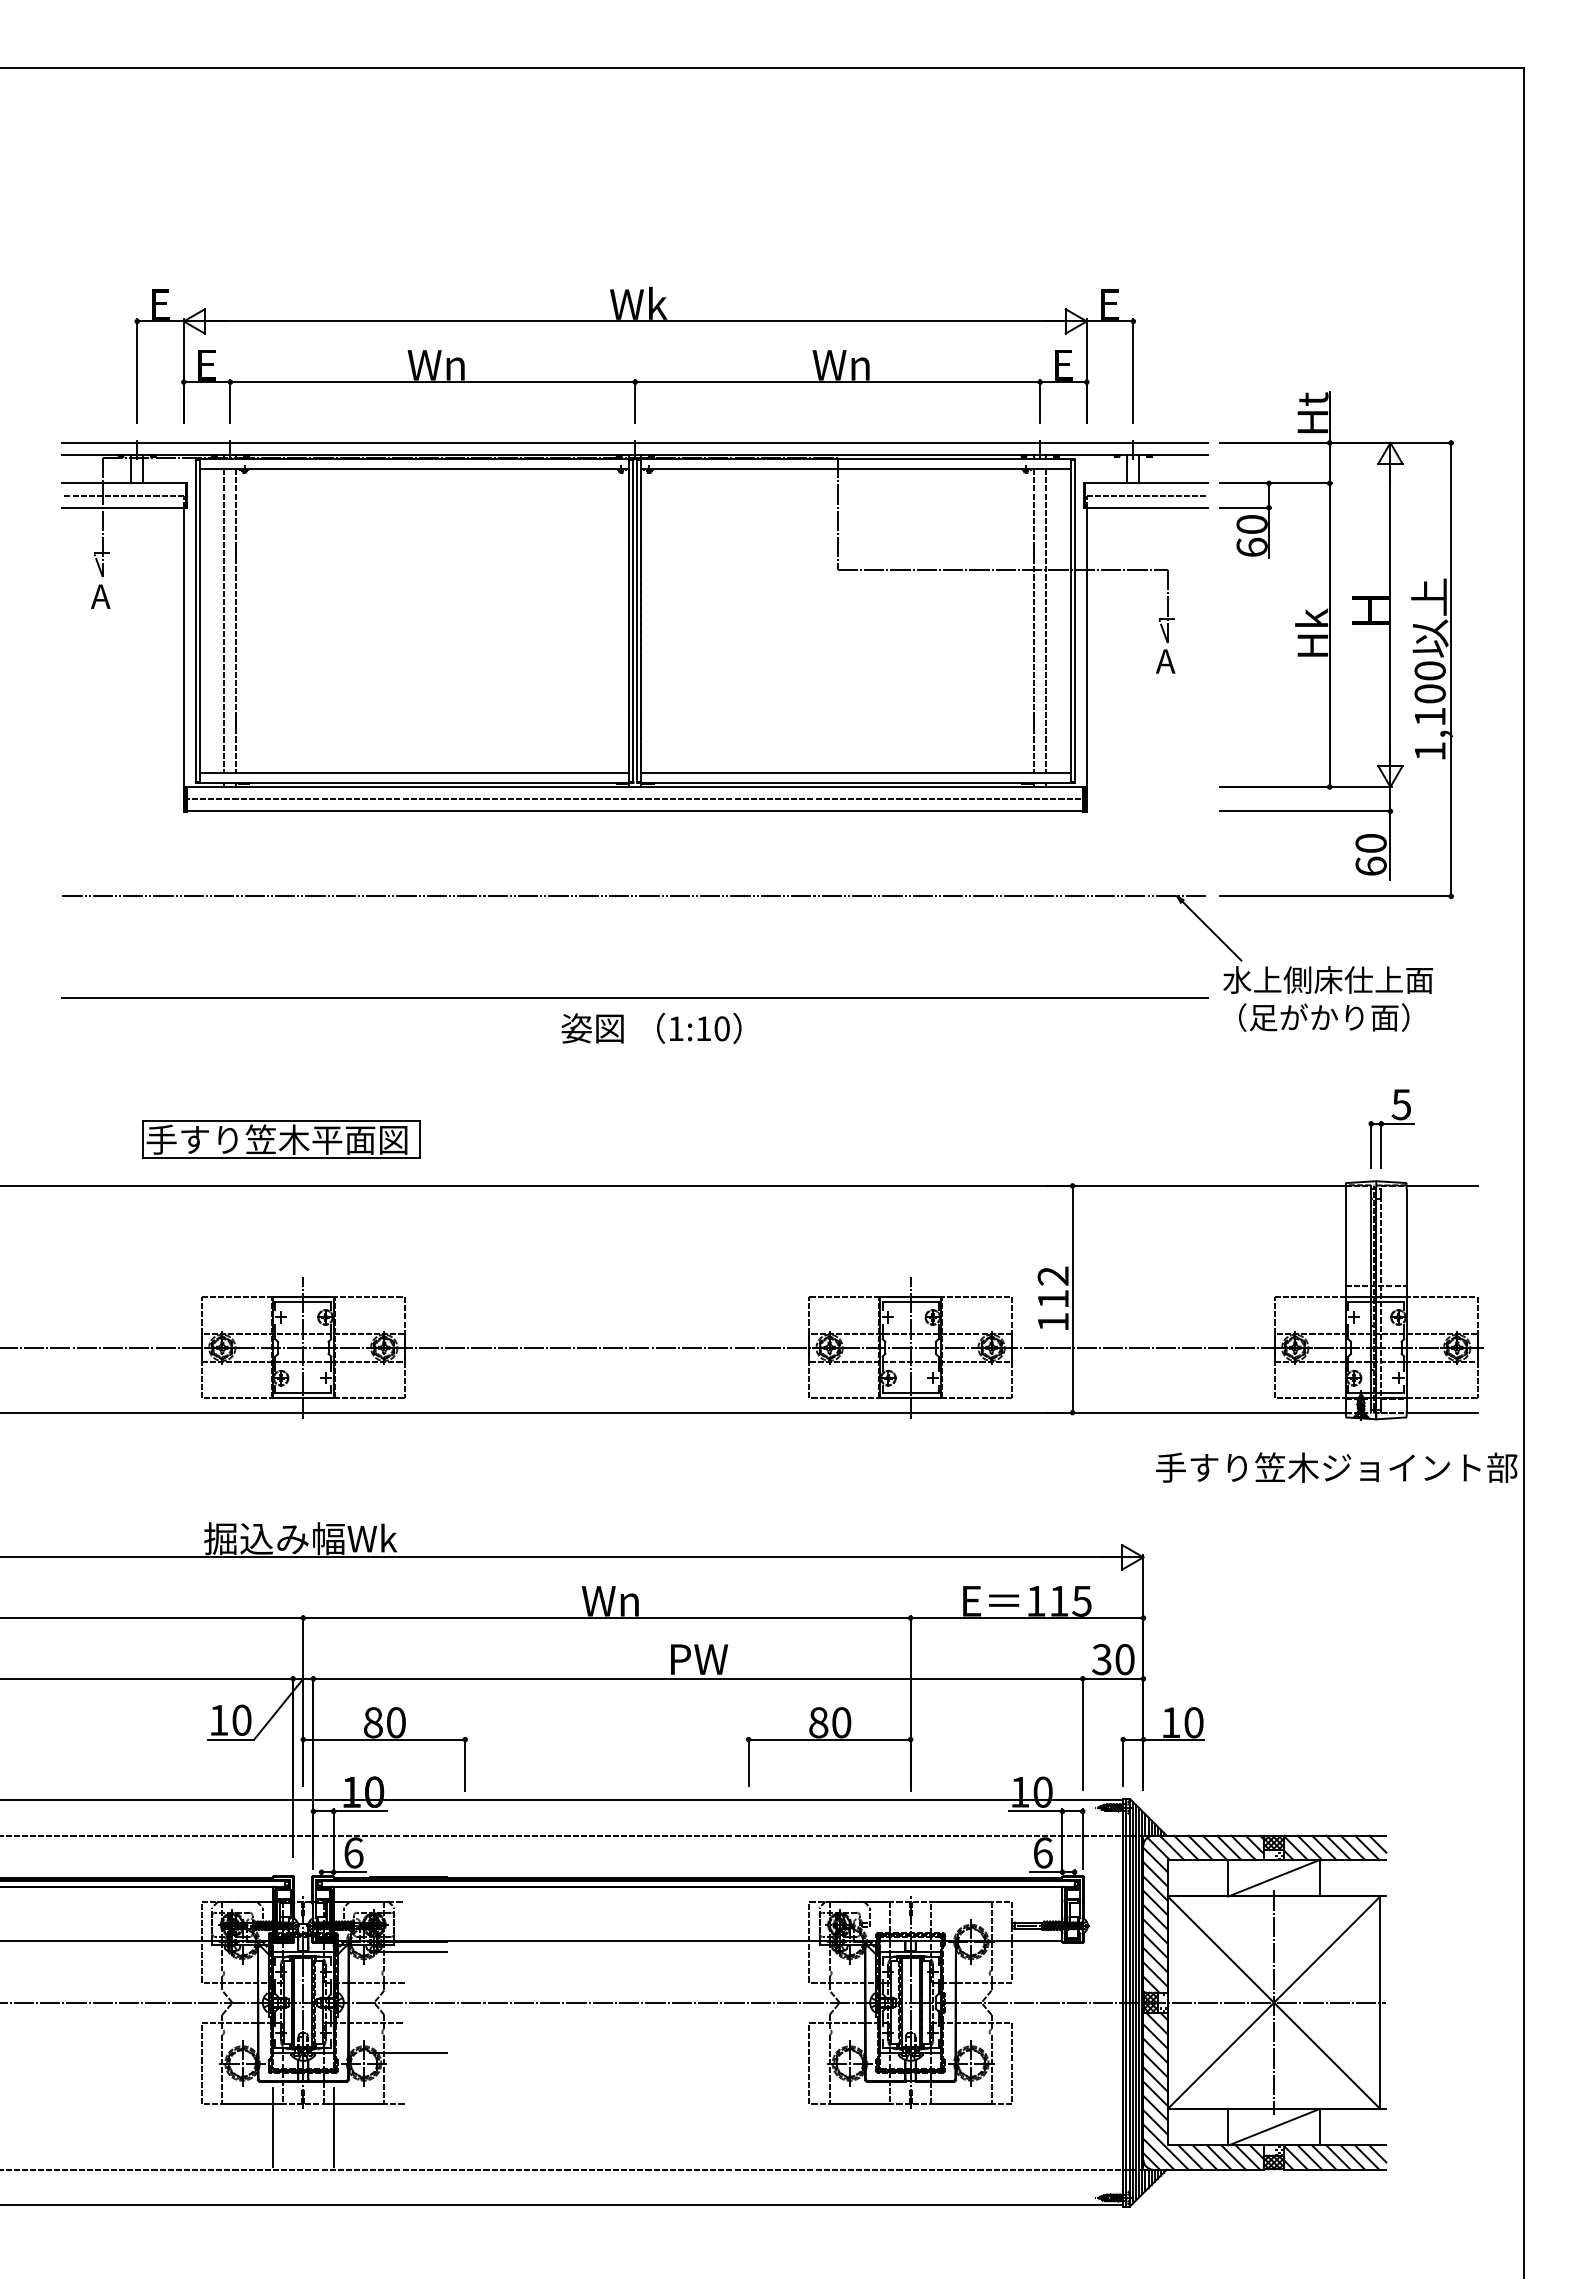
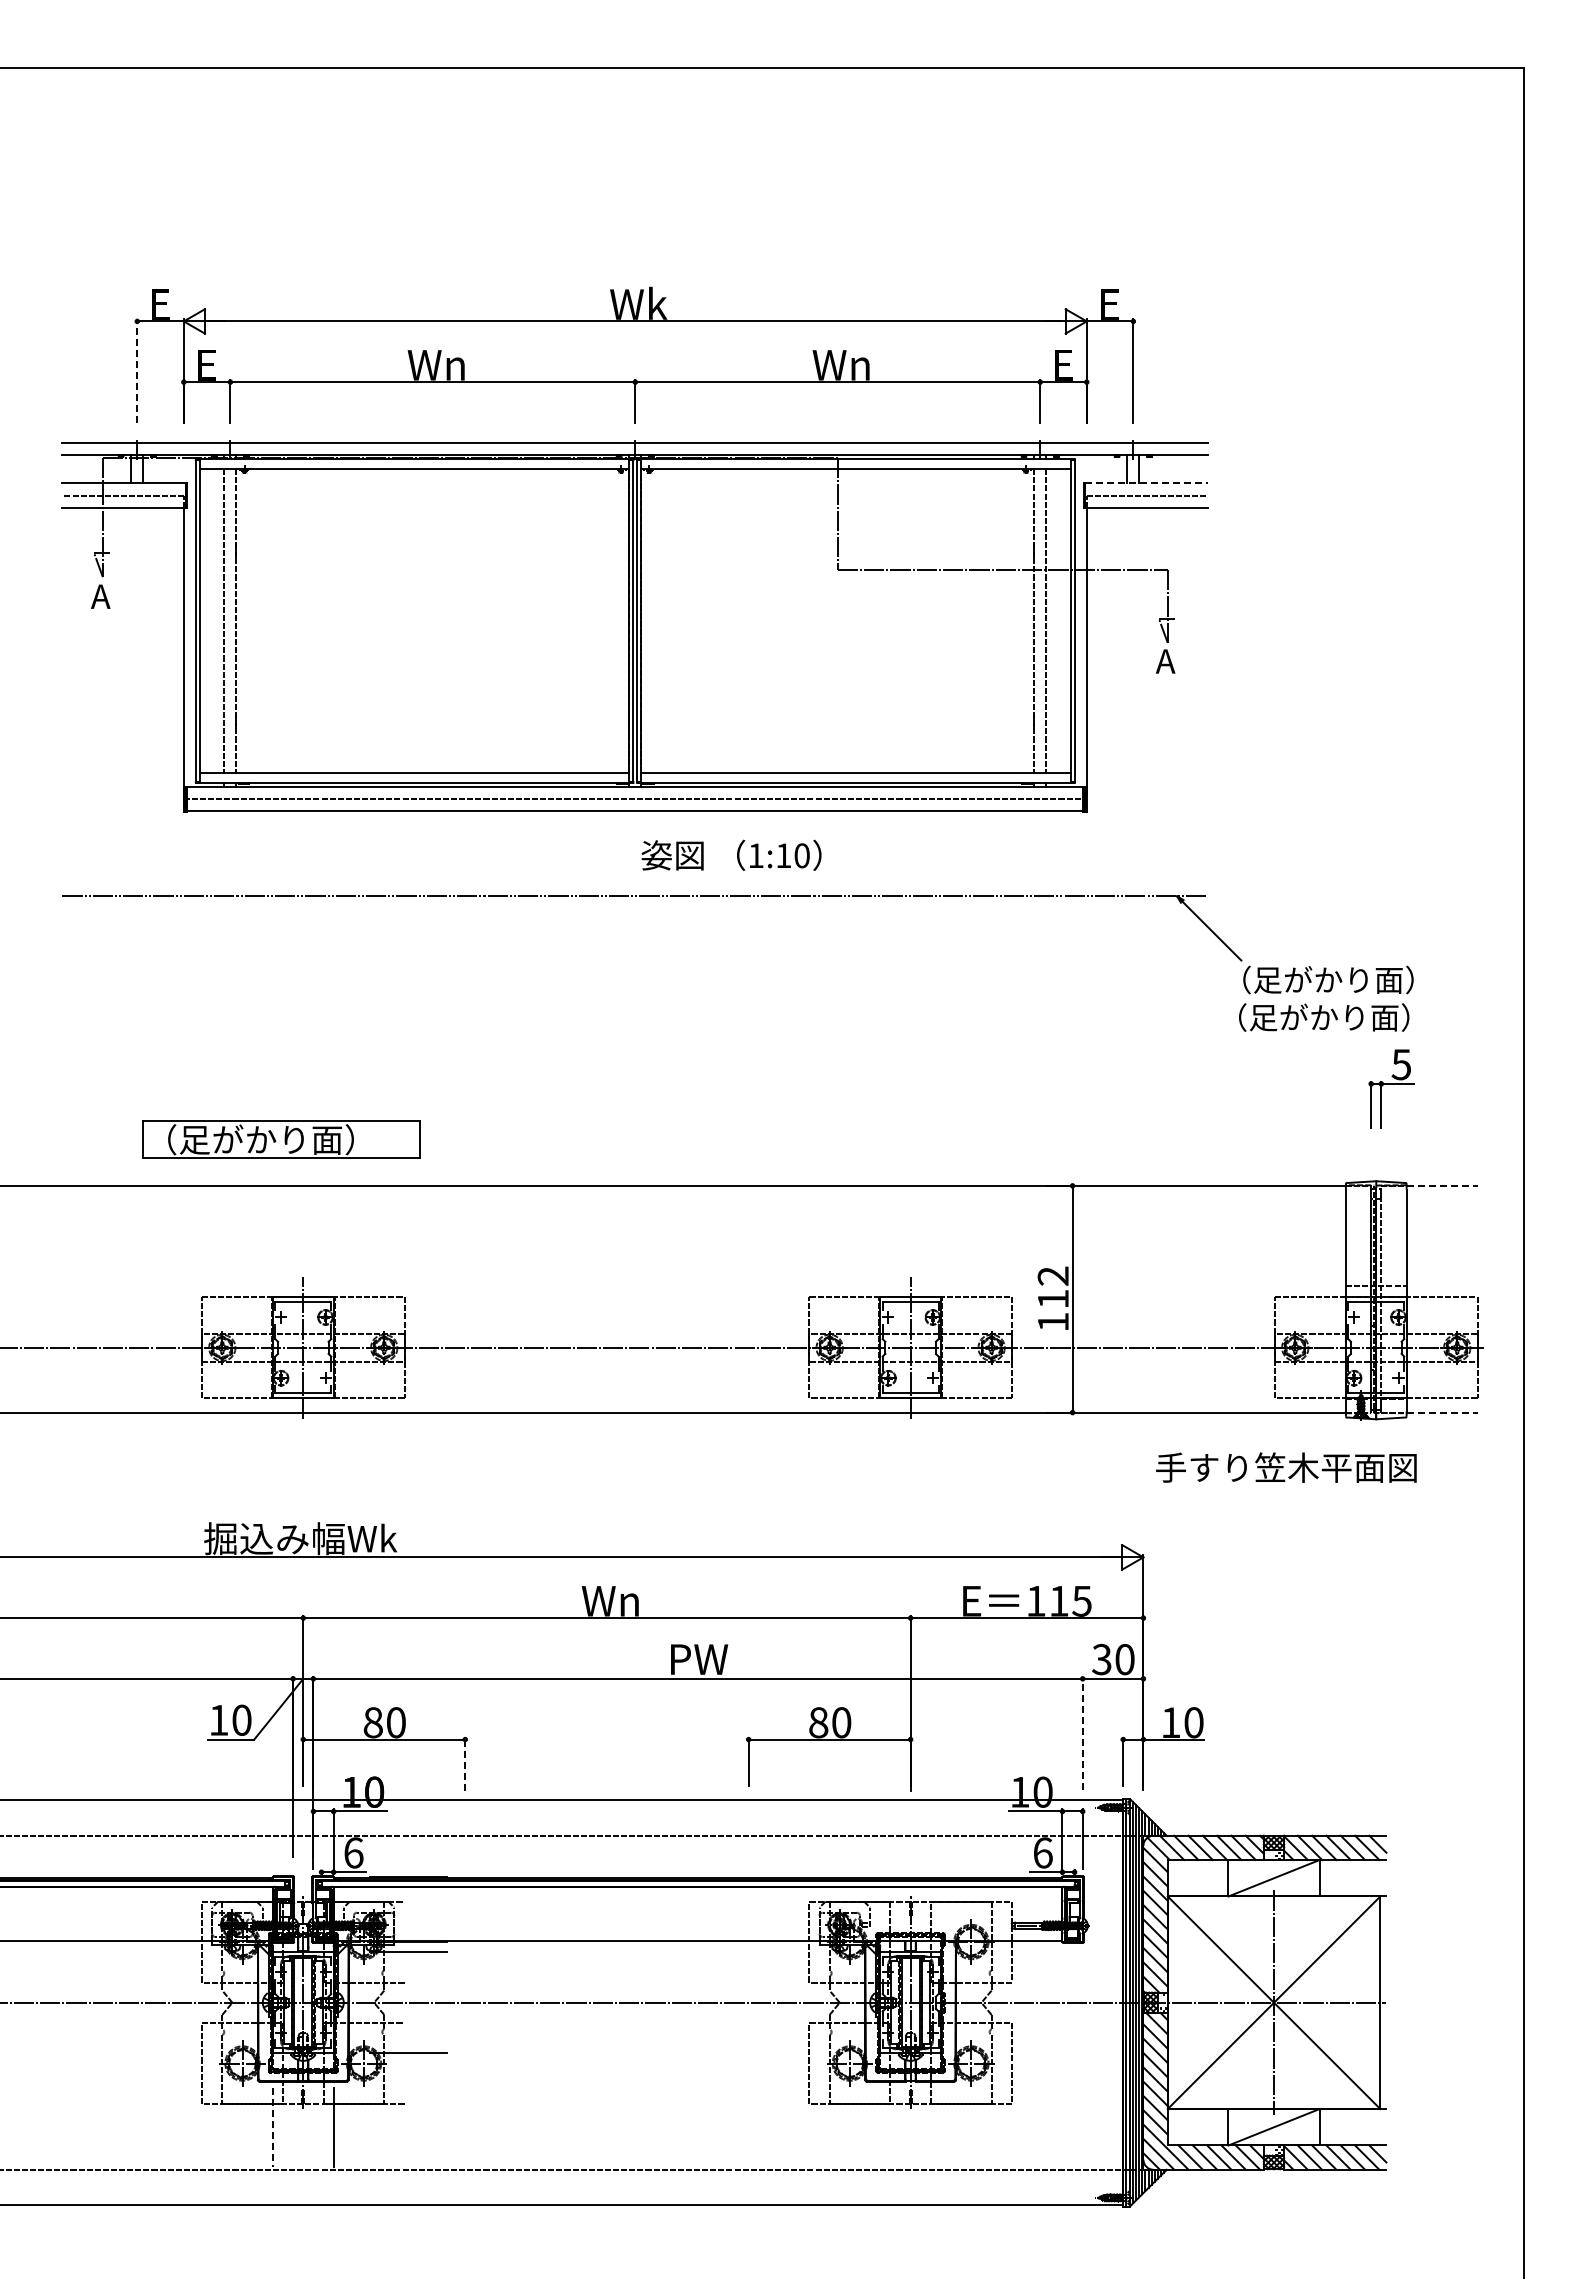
line at (137, 371): solid -> dashed
line at (1146, 483): solid -> dashed
part at (1336, 644): present -> none
text at (1328, 979): 水上側床仕上面 -> （足がかり面）
line at (635, 997): present -> none
text at (651, 1027) position: (651, 1027) -> (731, 854)
part at (1391, 1128) position: (1391, 1128) -> (1391, 1088)
text at (276, 1139): 手すり笠木平面図 -> （足がかり面）
line at (1442, 1185): solid -> dashed
line at (1442, 1412): solid -> dashed
text at (1419, 1467): 手すり笠木ジョイント部 -> 手すり笠木平面図
line at (1082, 1733): solid -> dashed
line at (465, 1764): solid -> dashed
line at (272, 2127): solid -> dashed
